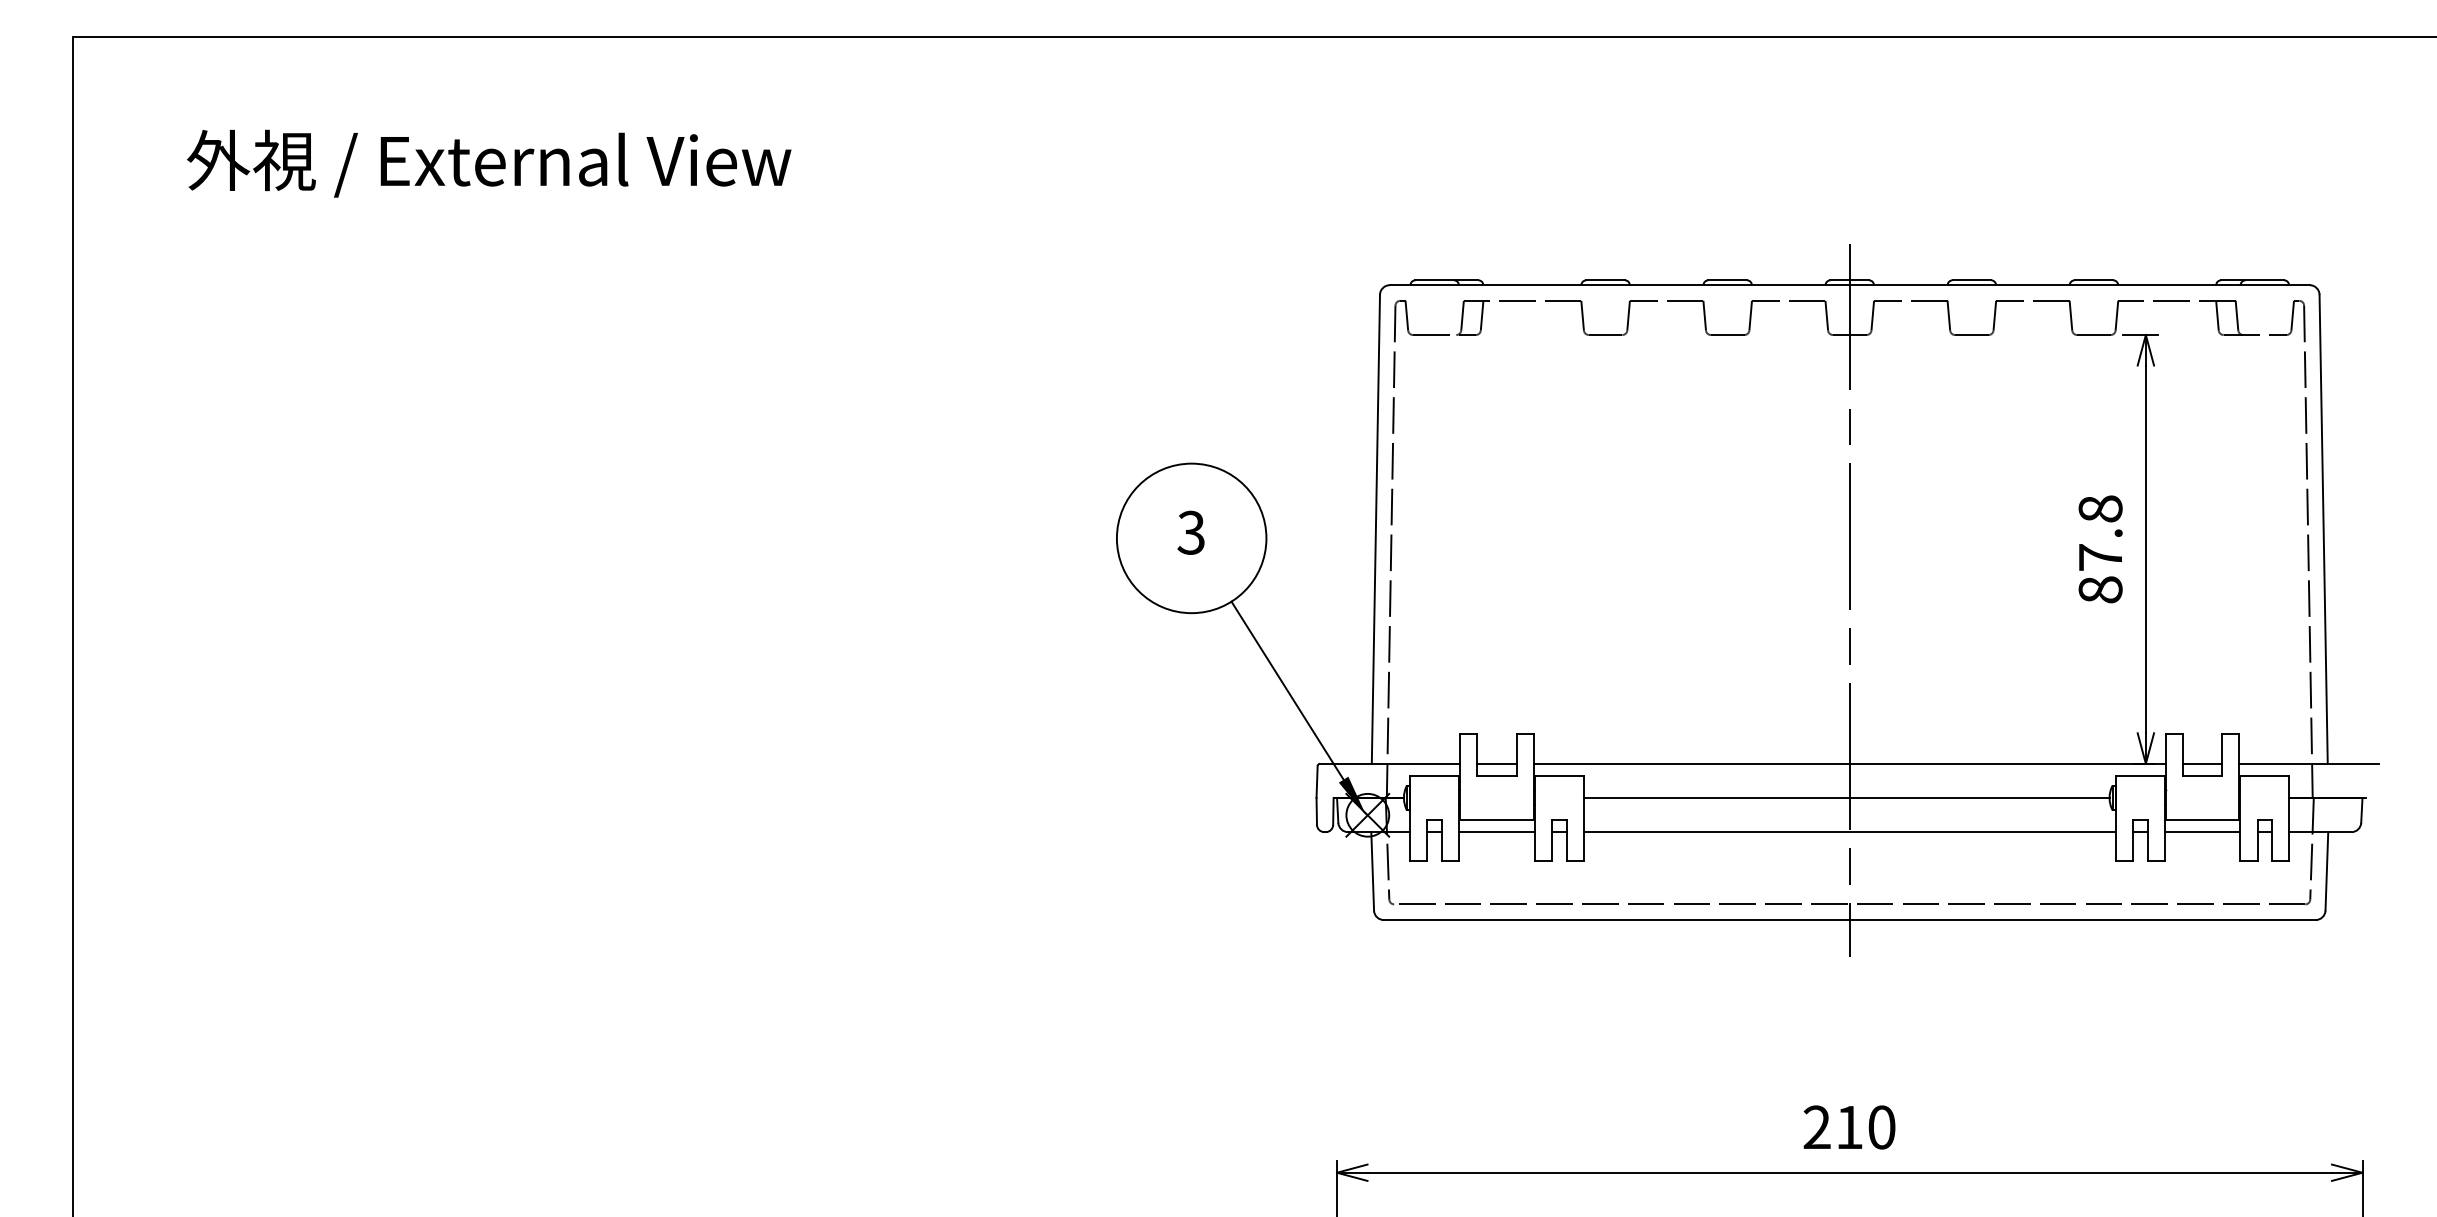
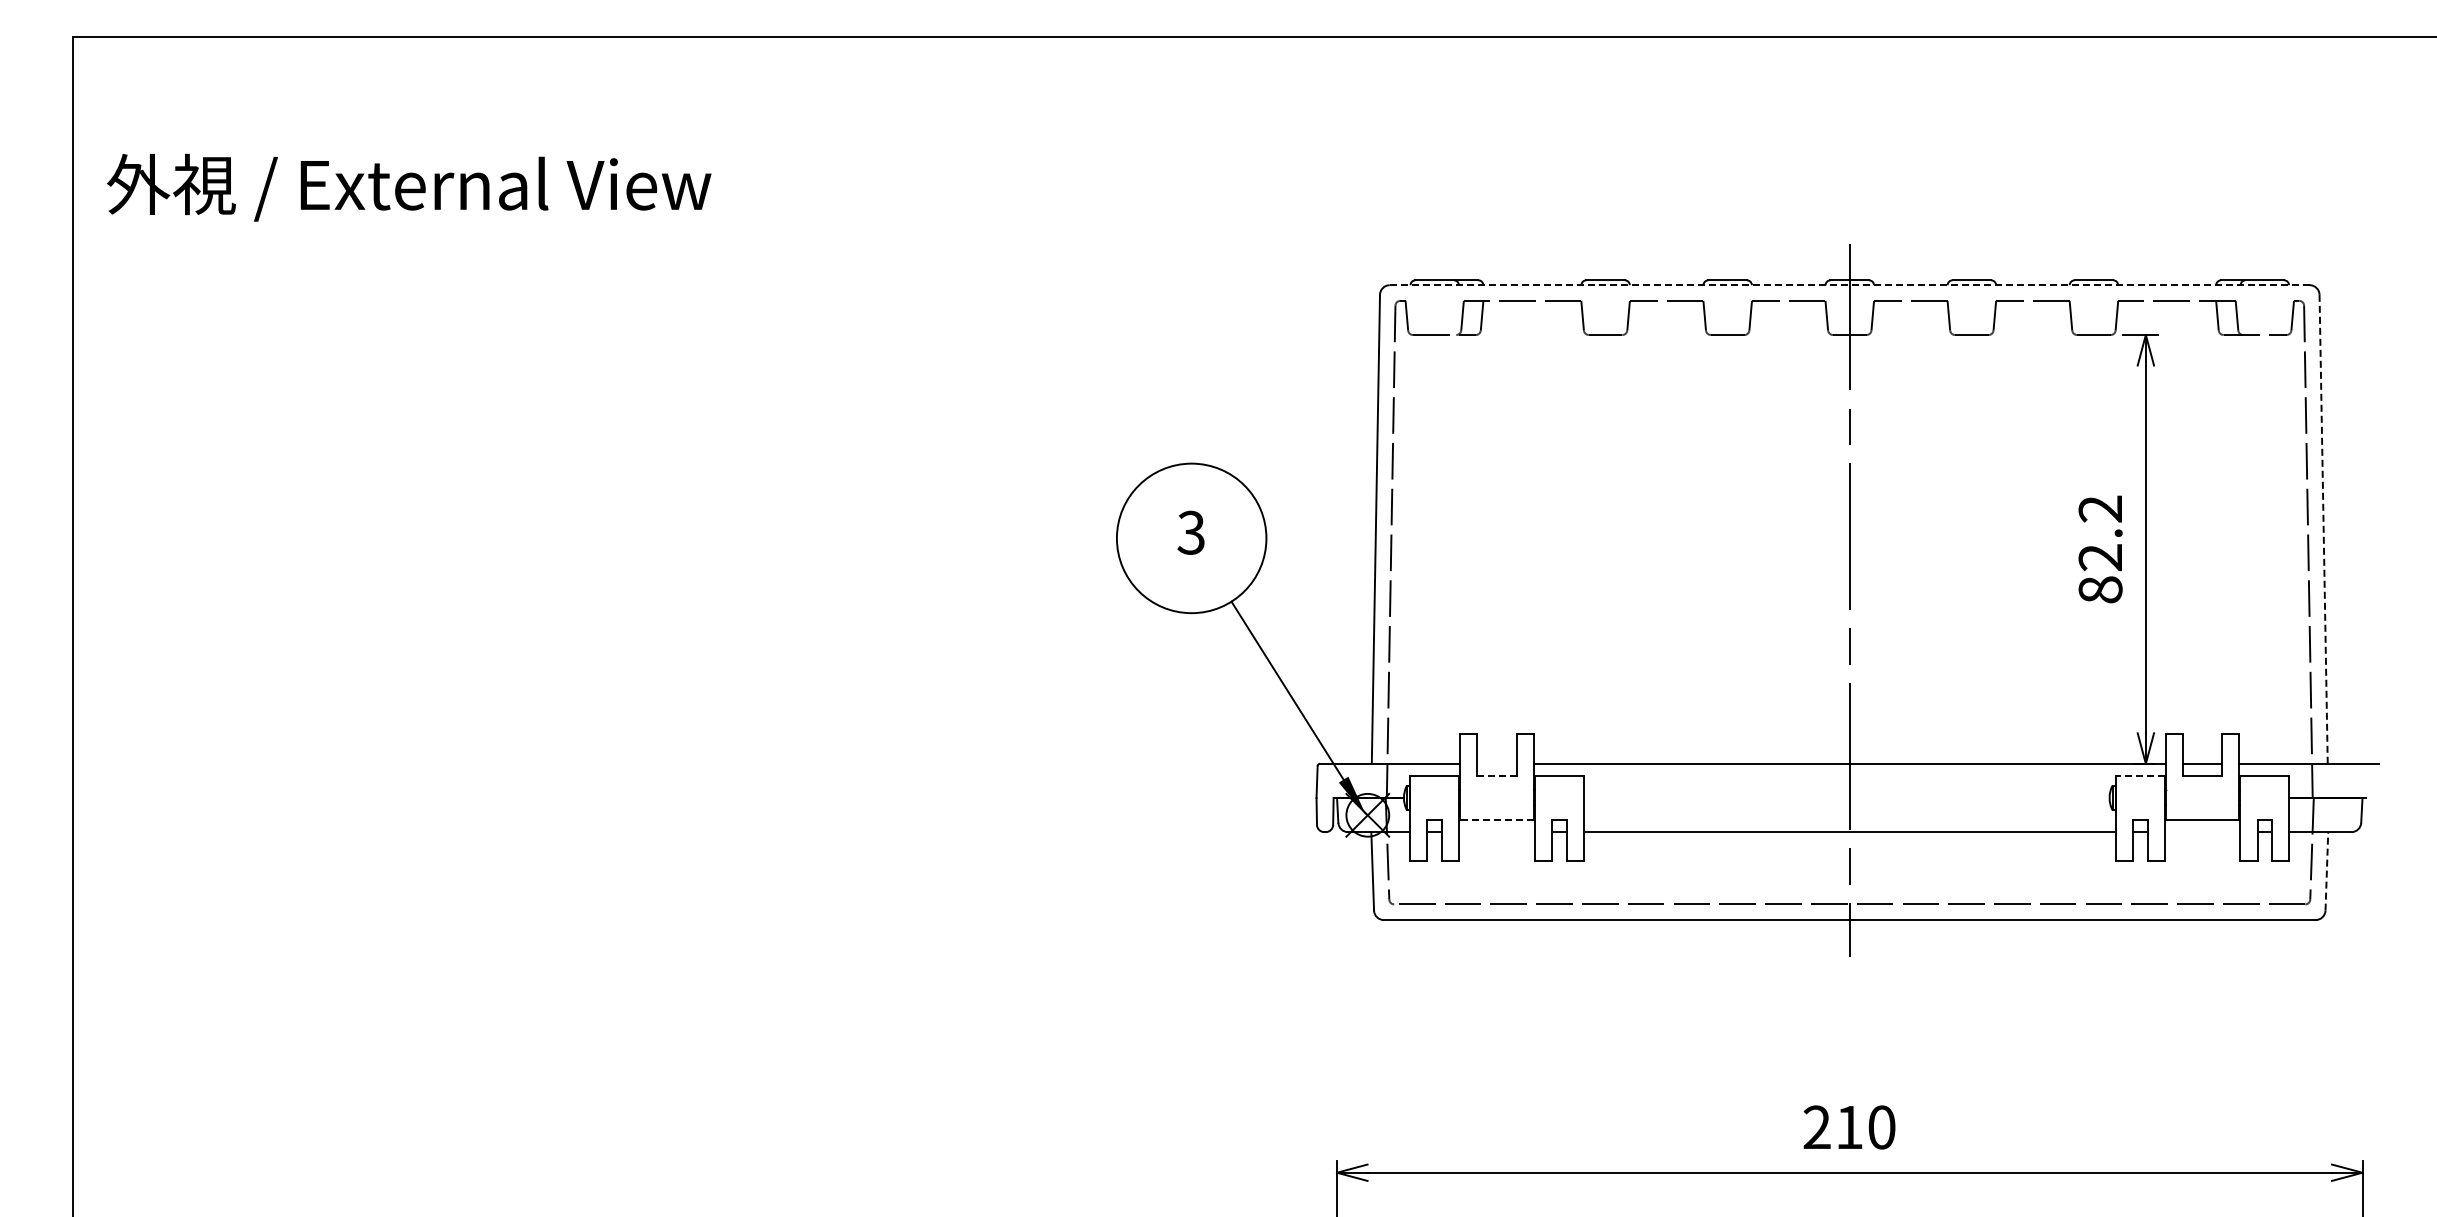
text at (489, 163) position: (489, 163) -> (409, 187)
line at (1850, 285): solid -> dashed
line at (2323, 529): solid -> dashed
text at (2100, 533): 87.8 -> 82.2
line at (1496, 763): present -> none
line at (1496, 775): solid -> dashed
line at (2139, 775): solid -> dashed
line at (1846, 797): present -> none
line at (1496, 819): solid -> dashed
line at (1496, 832): present -> none
line at (2202, 832): present -> none
line at (2326, 870): solid -> dashed
